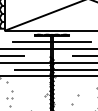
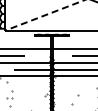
line at (44, 15): solid -> dashed
line at (51, 41): present -> none
